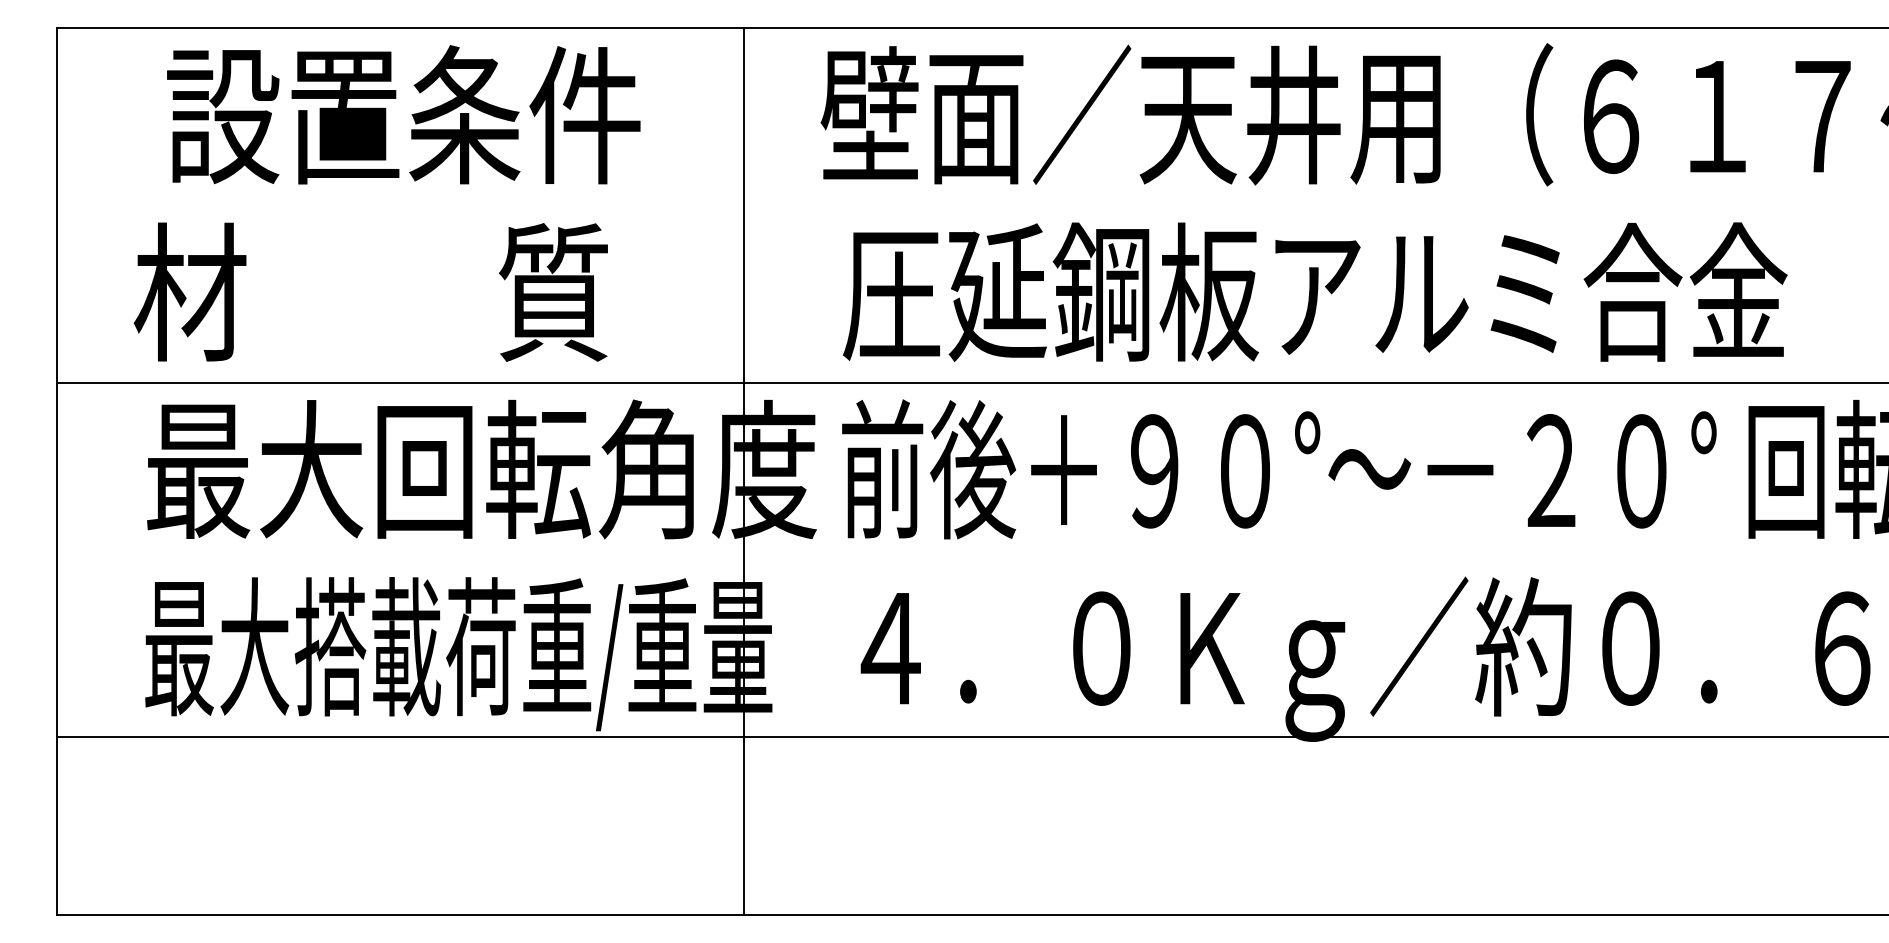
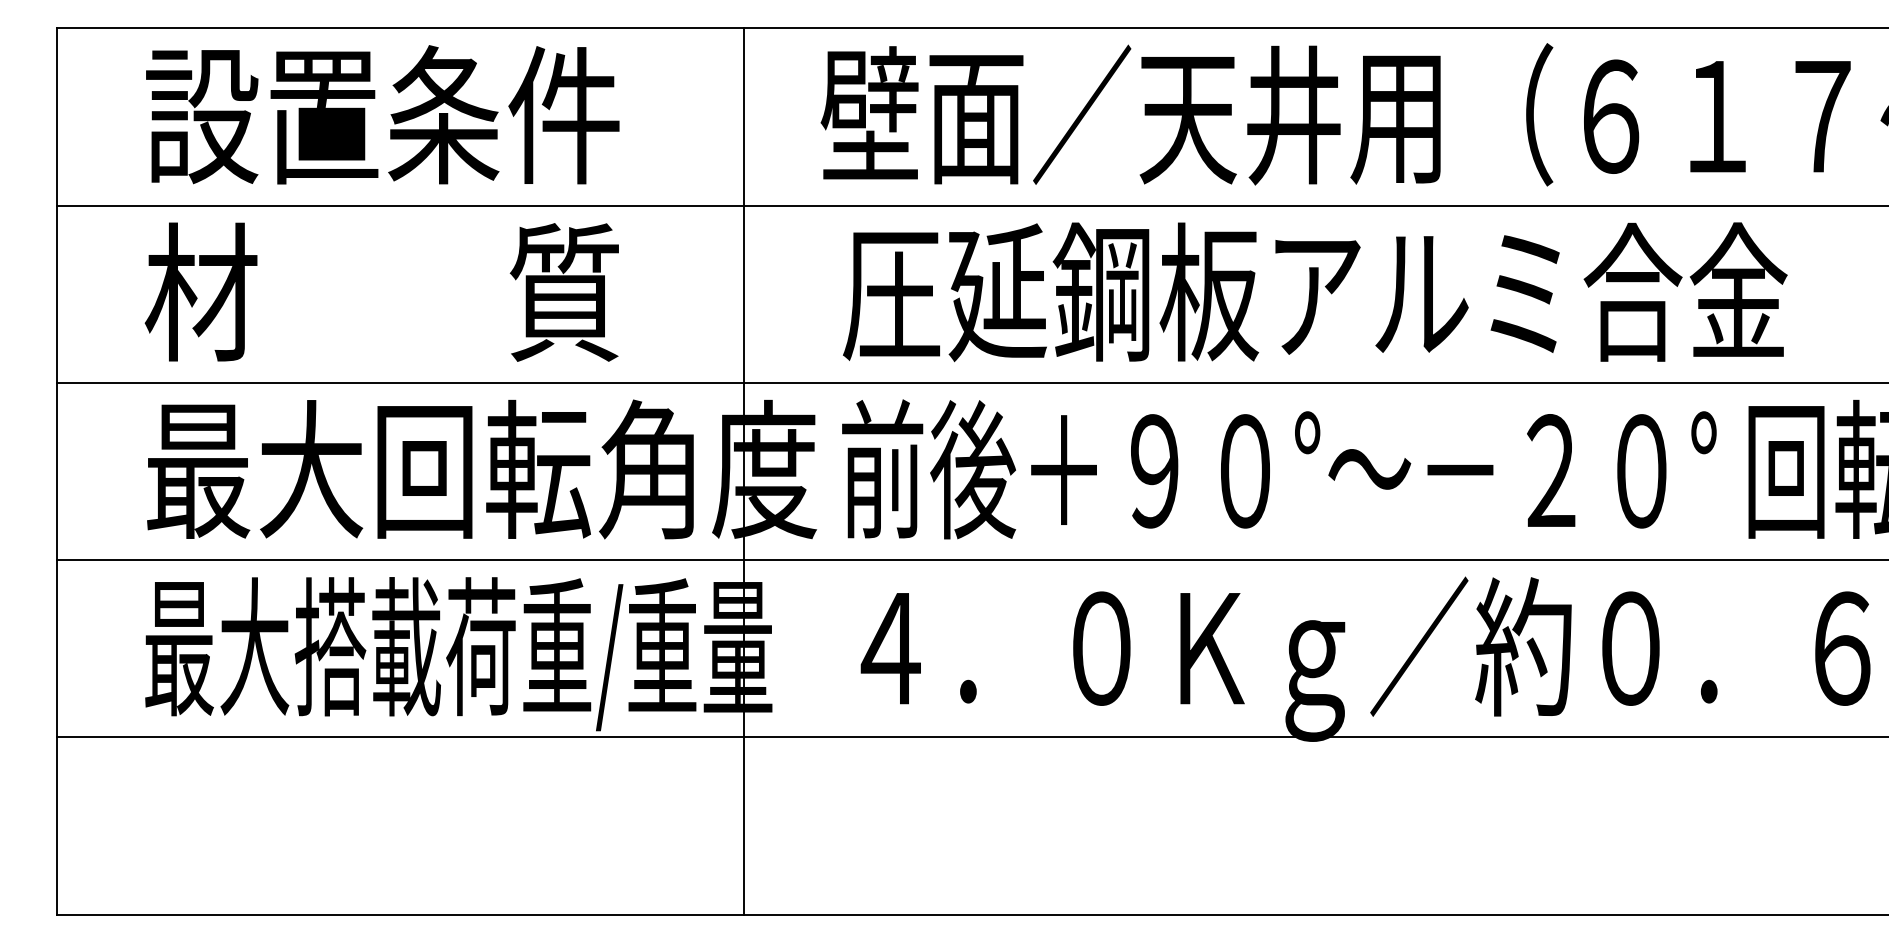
text at (403, 114) position: (403, 114) -> (382, 114)
line at (970, 205): none -> present
text at (370, 291) position: (370, 291) -> (381, 291)
line at (970, 560): none -> present
